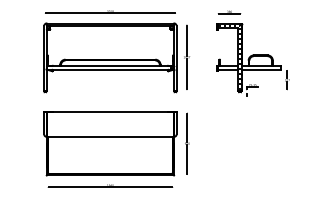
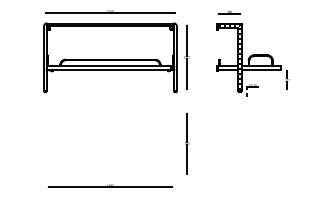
part at (110, 143): present -> none
